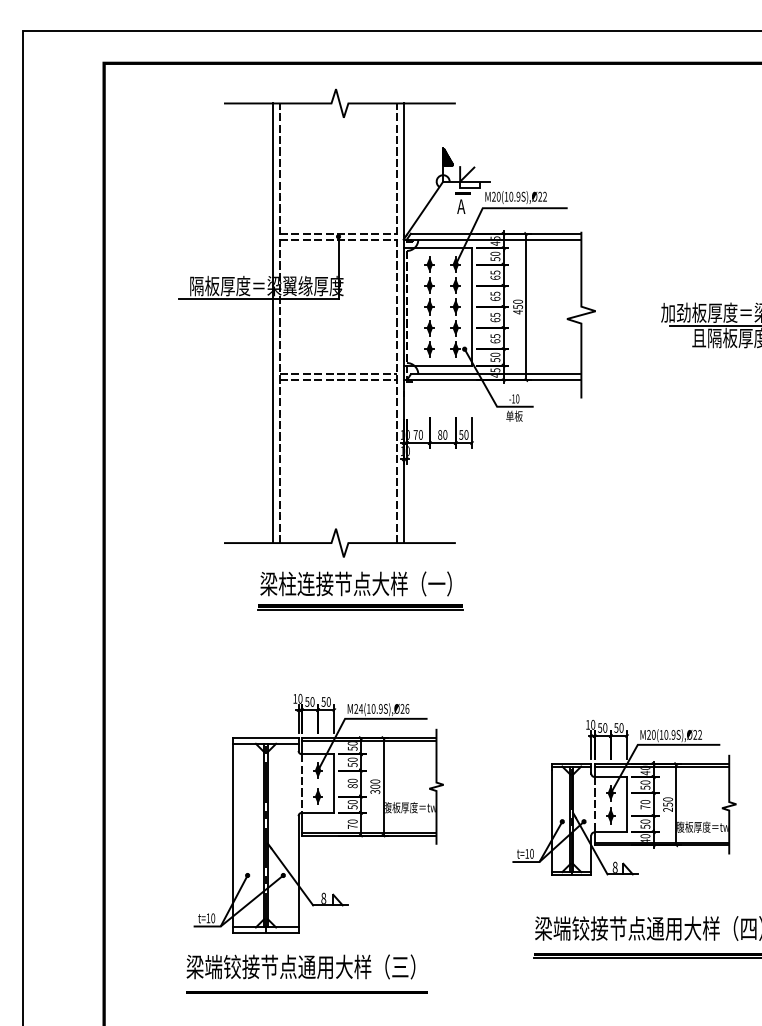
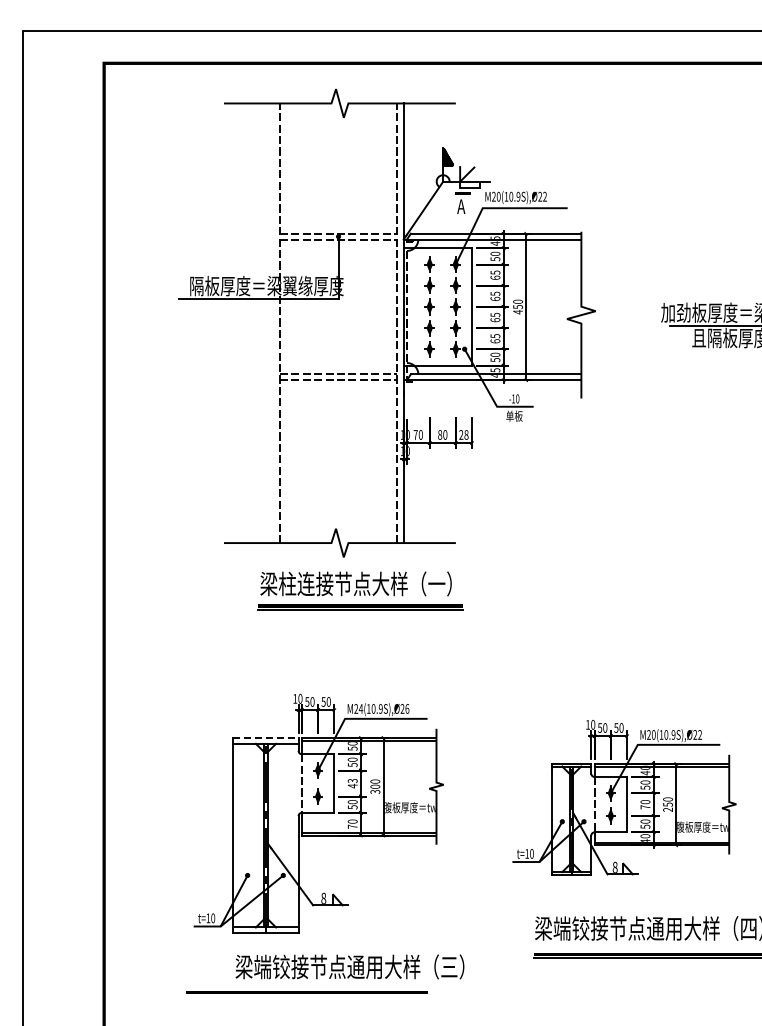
line at (273, 323): present -> none
text at (463, 434): 50 -> 28
line at (266, 737): solid -> dashed
text at (352, 783): 80 -> 43
text at (300, 966) position: (300, 966) -> (349, 966)
